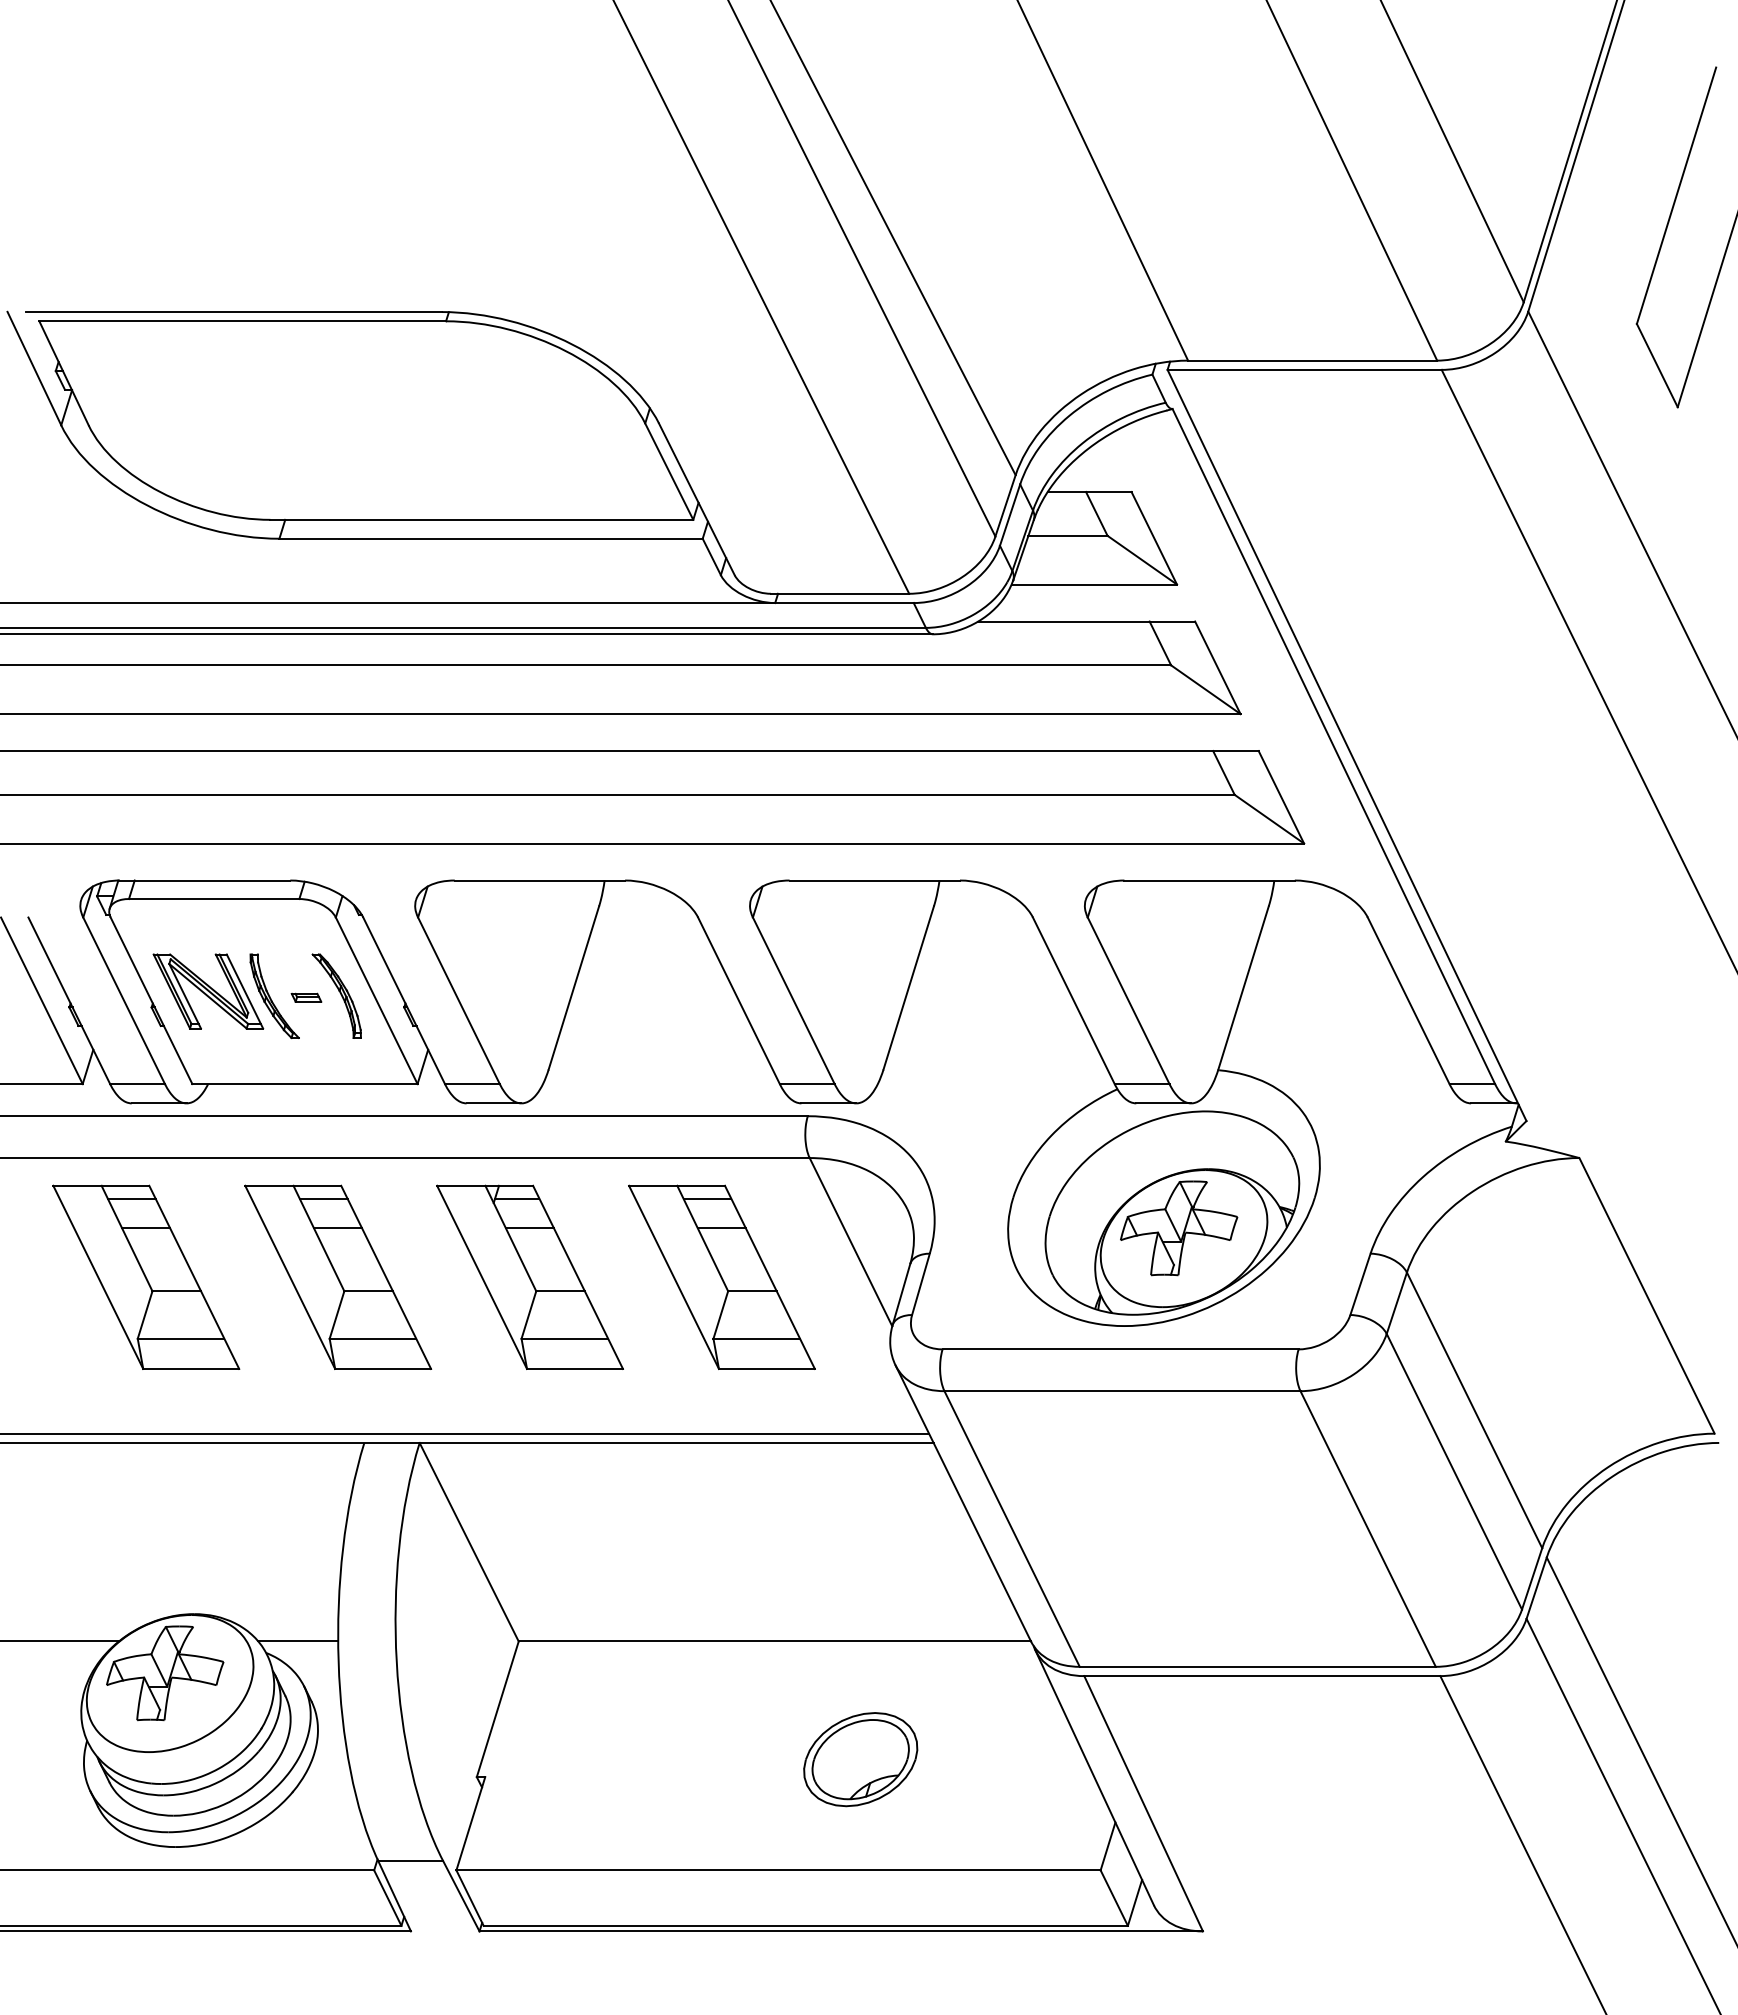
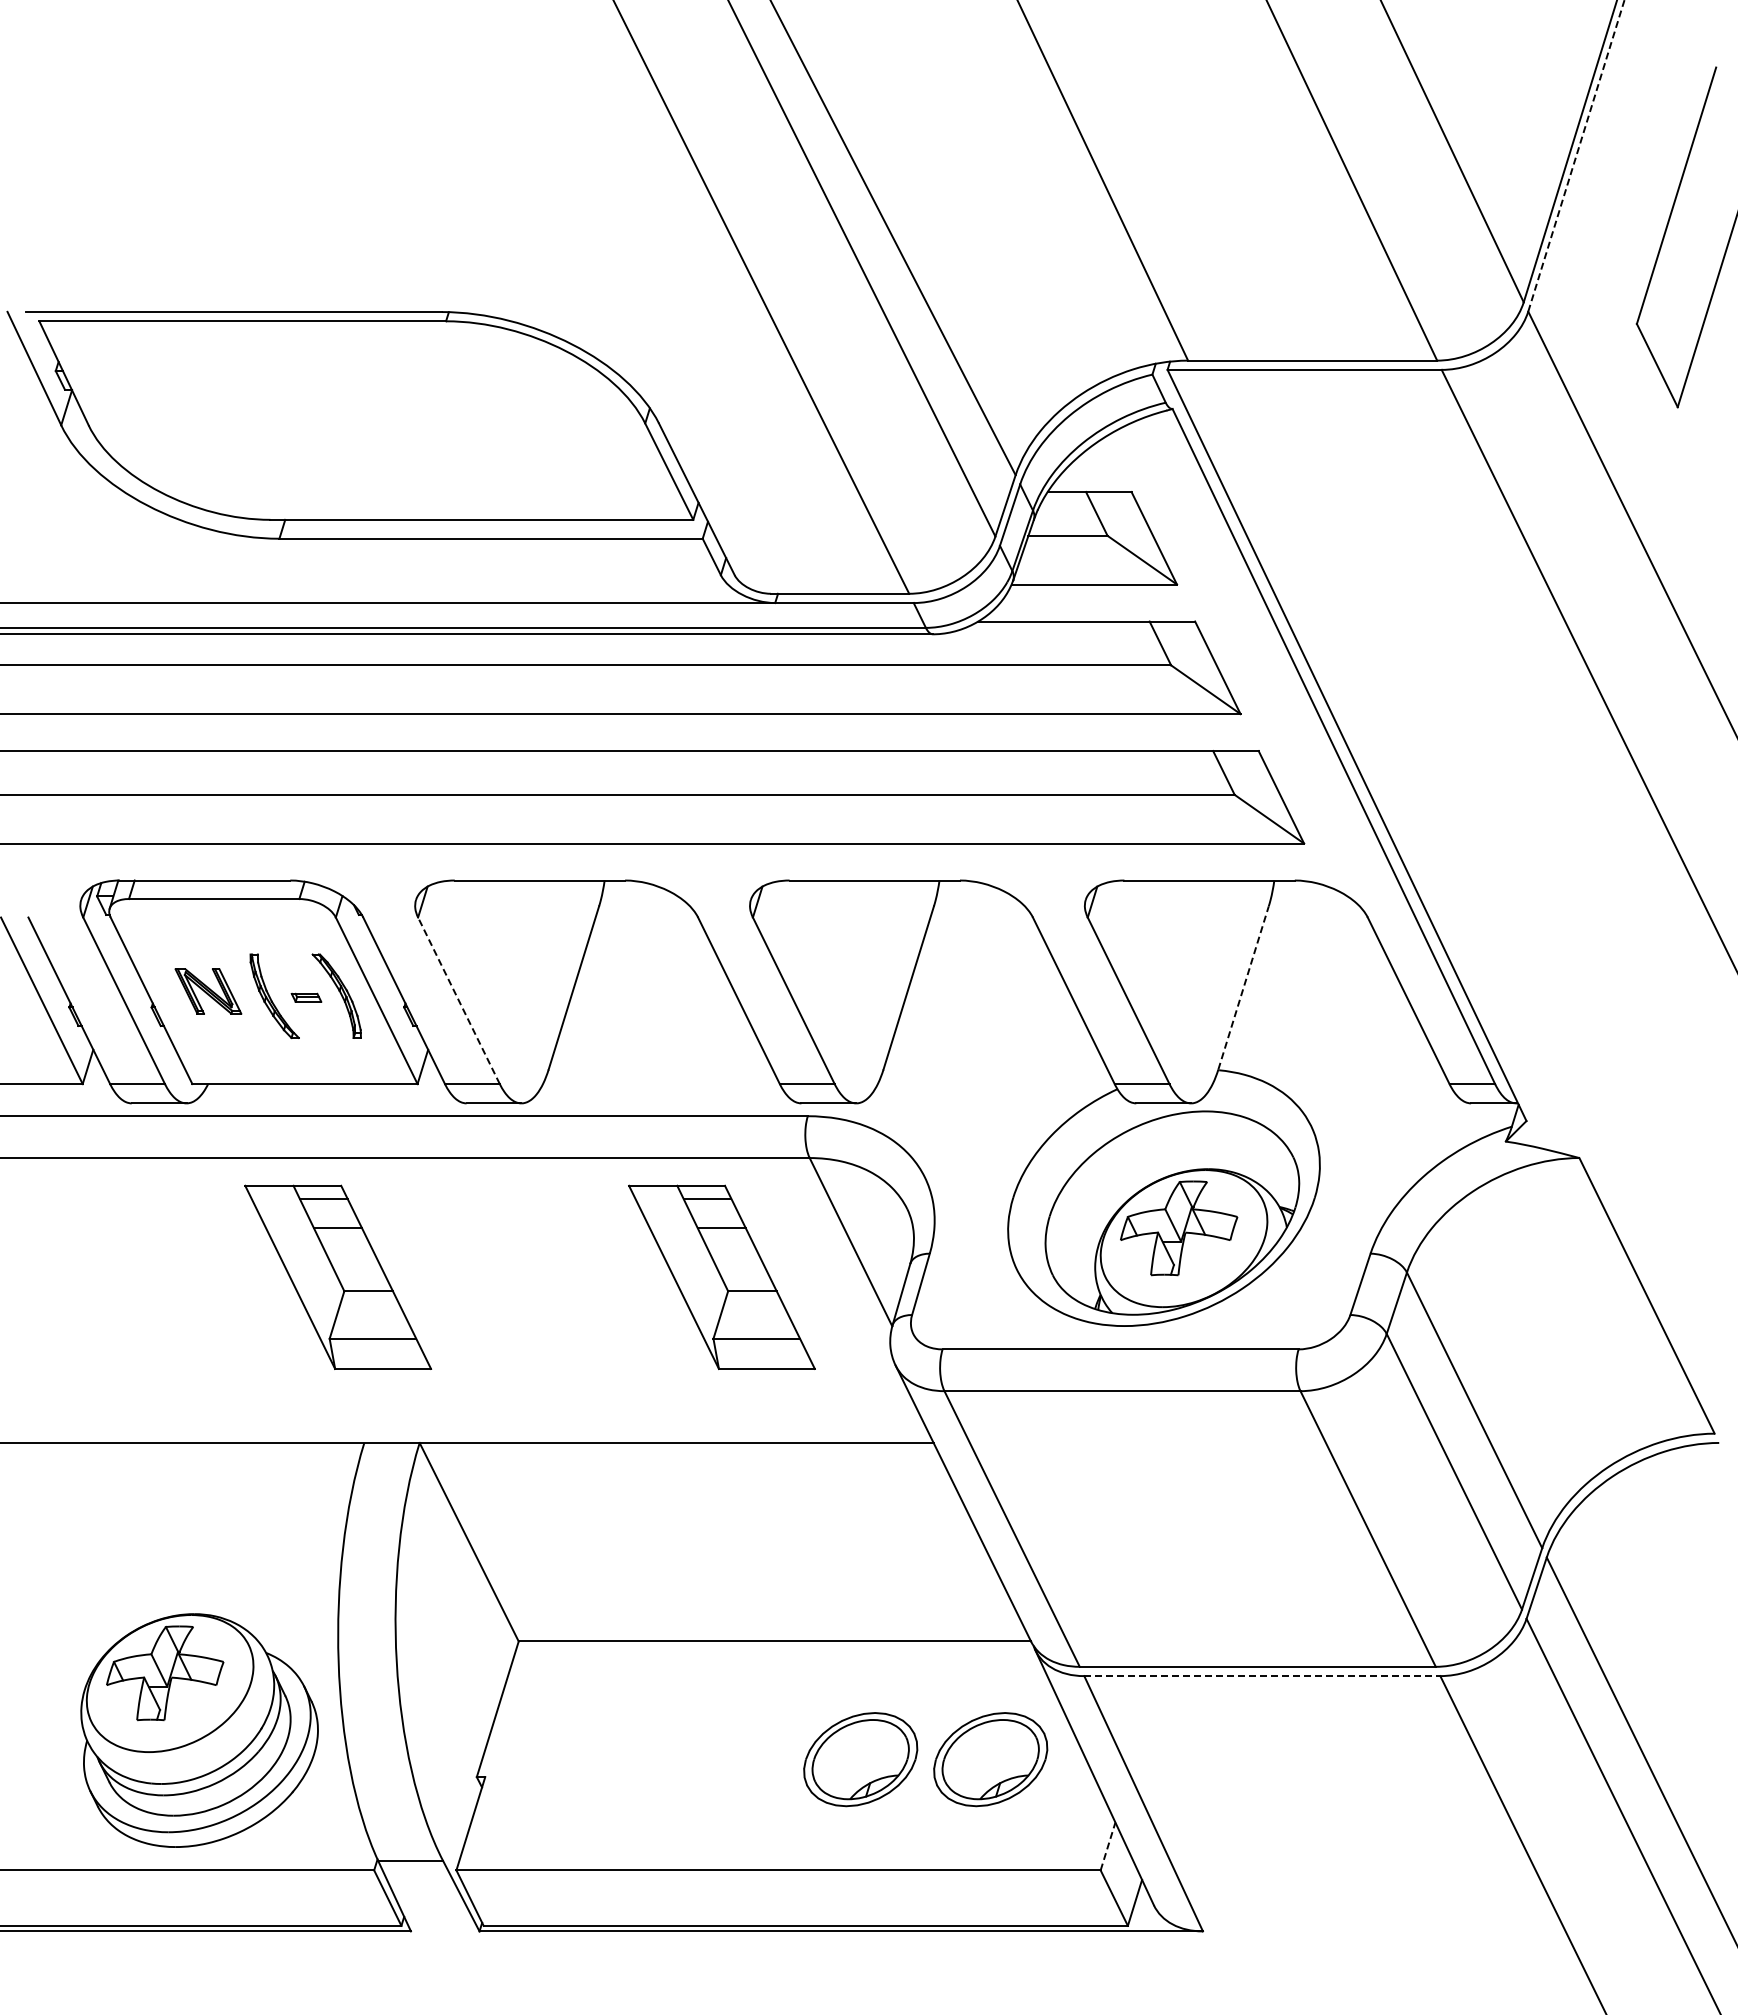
line at (1576, 155): solid -> dashed
line at (1243, 987): solid -> dashed
part at (208, 991) size: 113x77 px -> 69x47 px
line at (458, 1000): solid -> dashed
part at (146, 1276): present -> none
part at (529, 1276): present -> none
line at (465, 1433): present -> none
line at (60, 1641): present -> none
line at (298, 1641): present -> none
line at (1262, 1676): solid -> dashed
part at (990, 1759): none -> present
line at (1108, 1845): solid -> dashed
